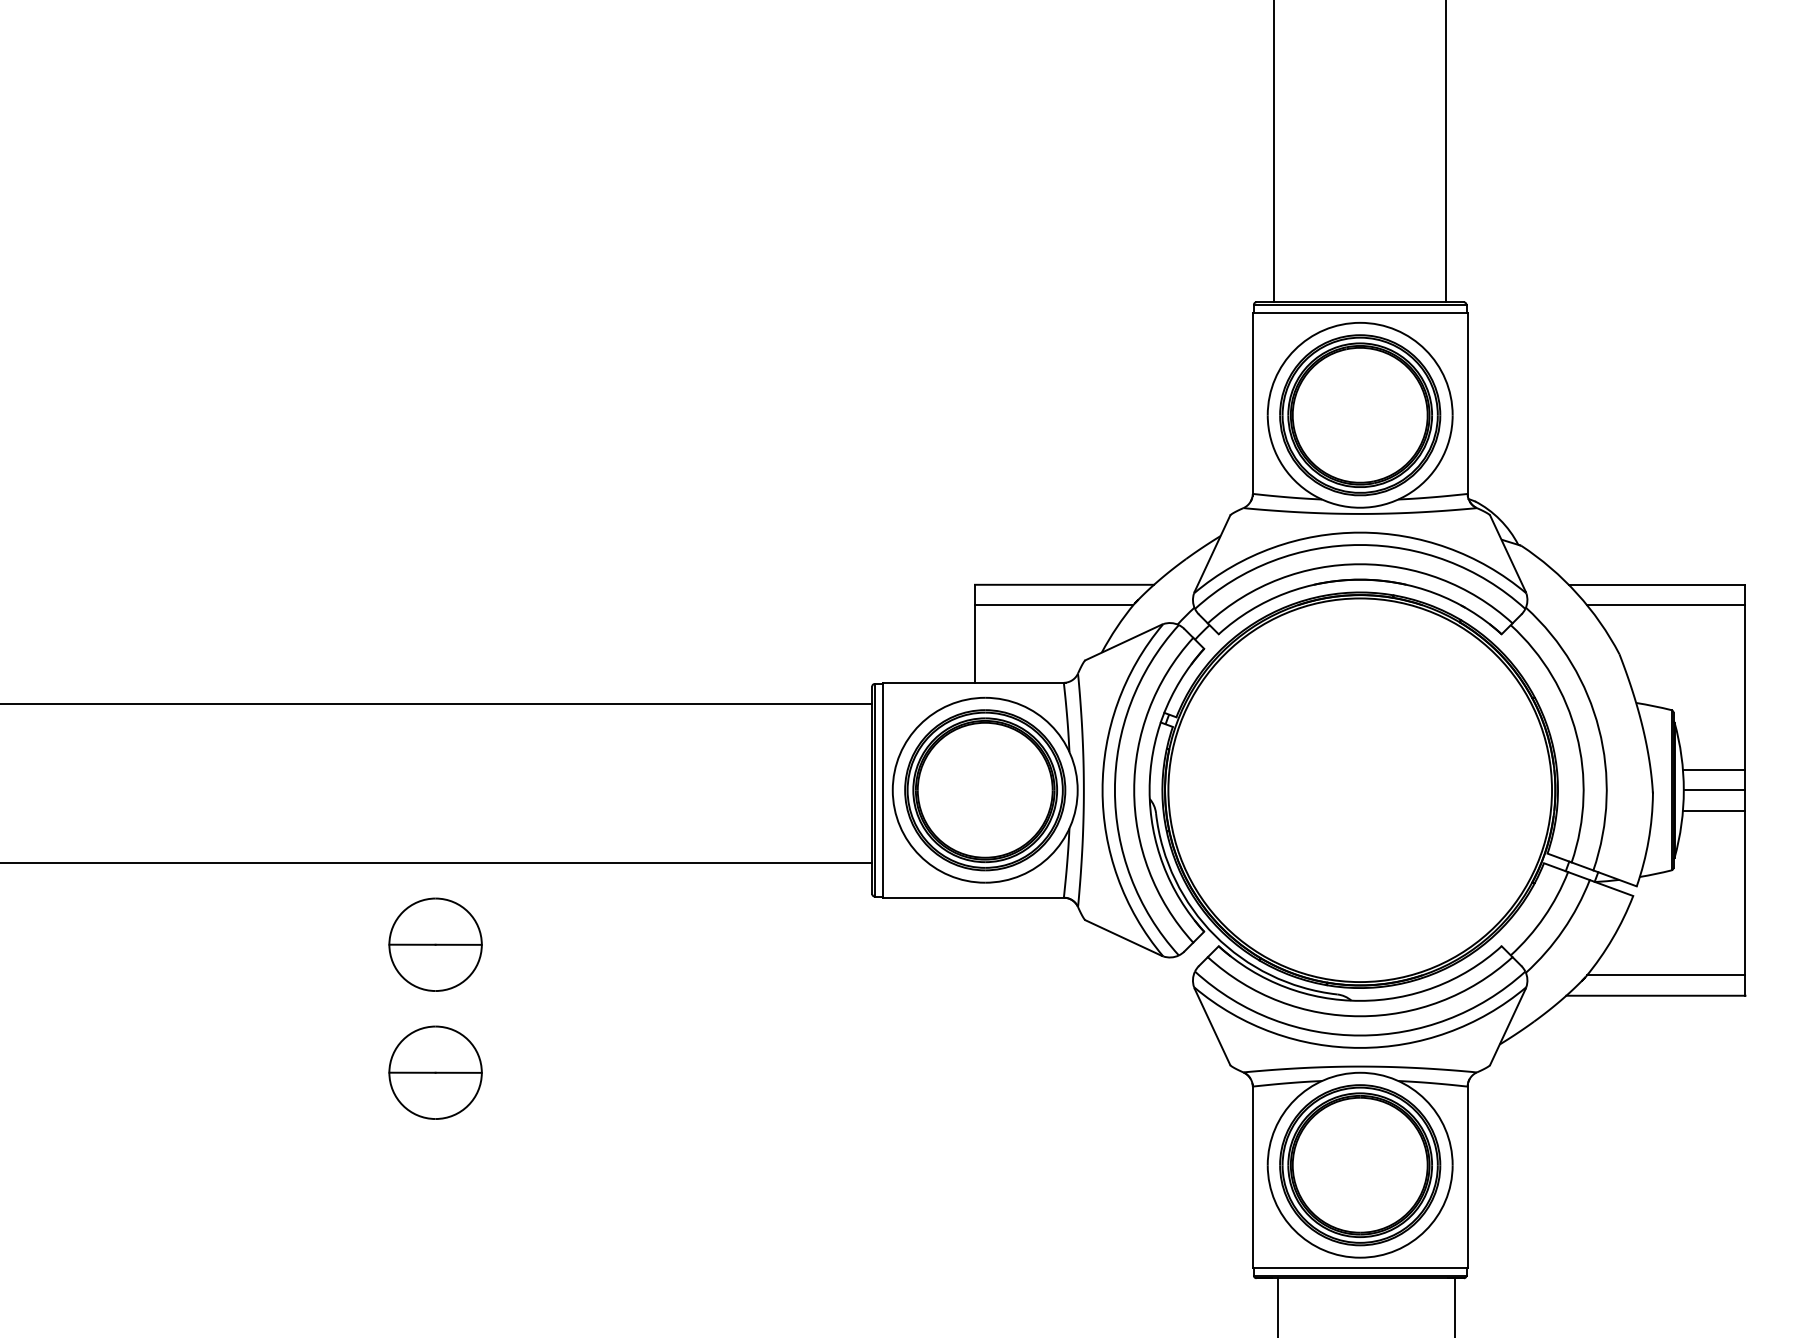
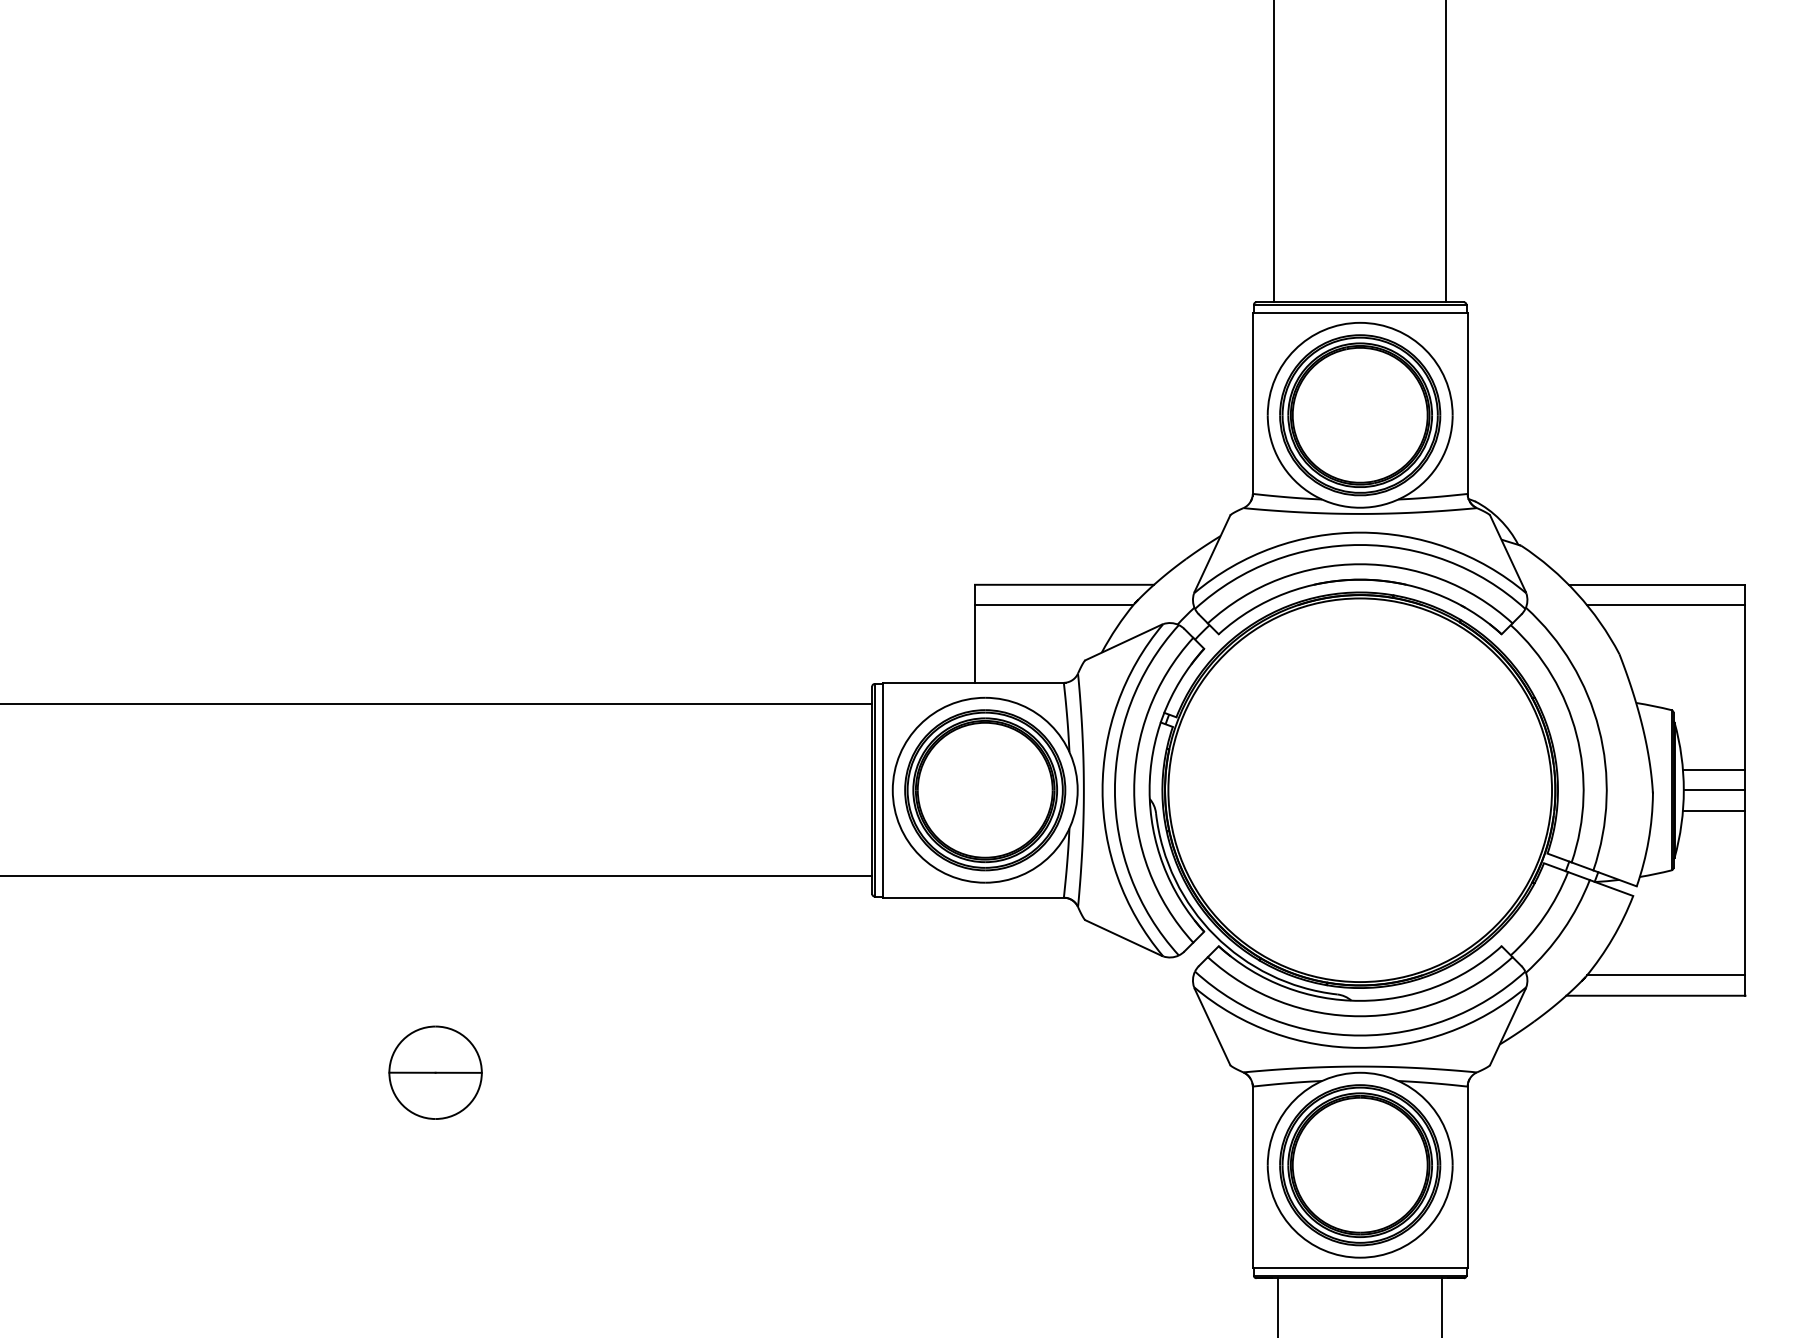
line at (437, 863) position: (437, 863) -> (437, 876)
part at (435, 944): present -> none
line at (1455, 1306) position: (1455, 1306) -> (1442, 1306)
